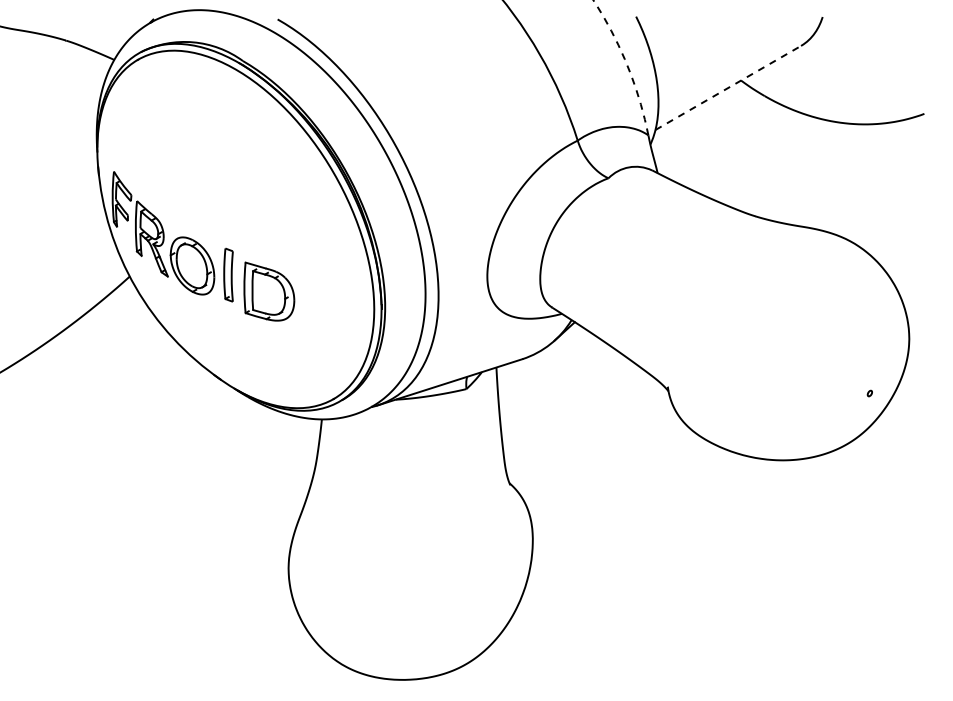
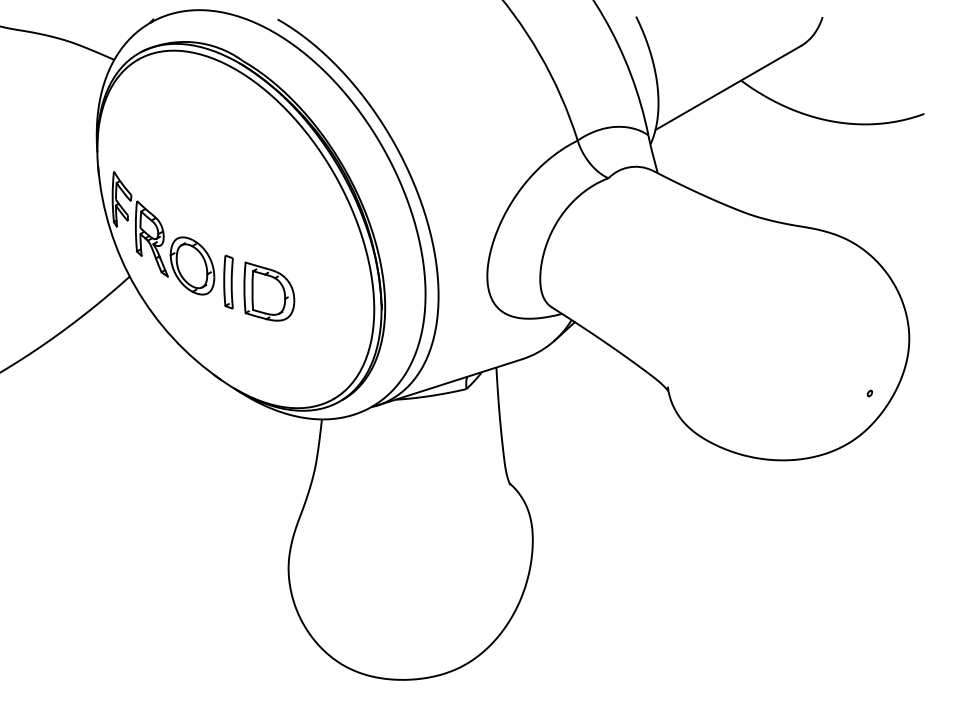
arc at (626, 64): dashed -> solid
line at (728, 87): dashed -> solid
part at (228, 274) position: (228, 274) -> (228, 281)
